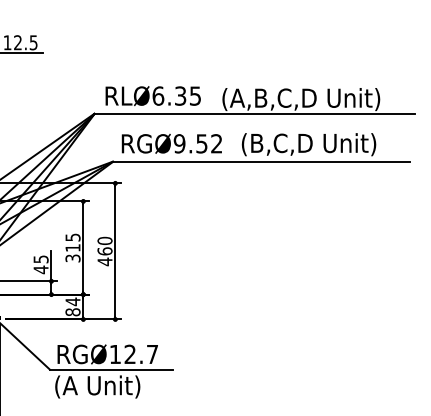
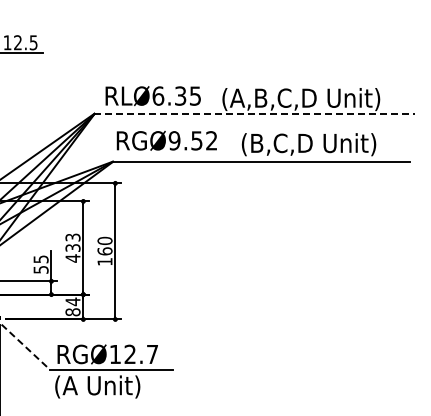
line at (254, 113): solid -> dashed
text at (171, 143) position: (171, 143) -> (166, 140)
text at (72, 247): 315 -> 433
text at (104, 261): 460 -> 160
text at (40, 269): 45 -> 55
line at (25, 346): solid -> dashed
